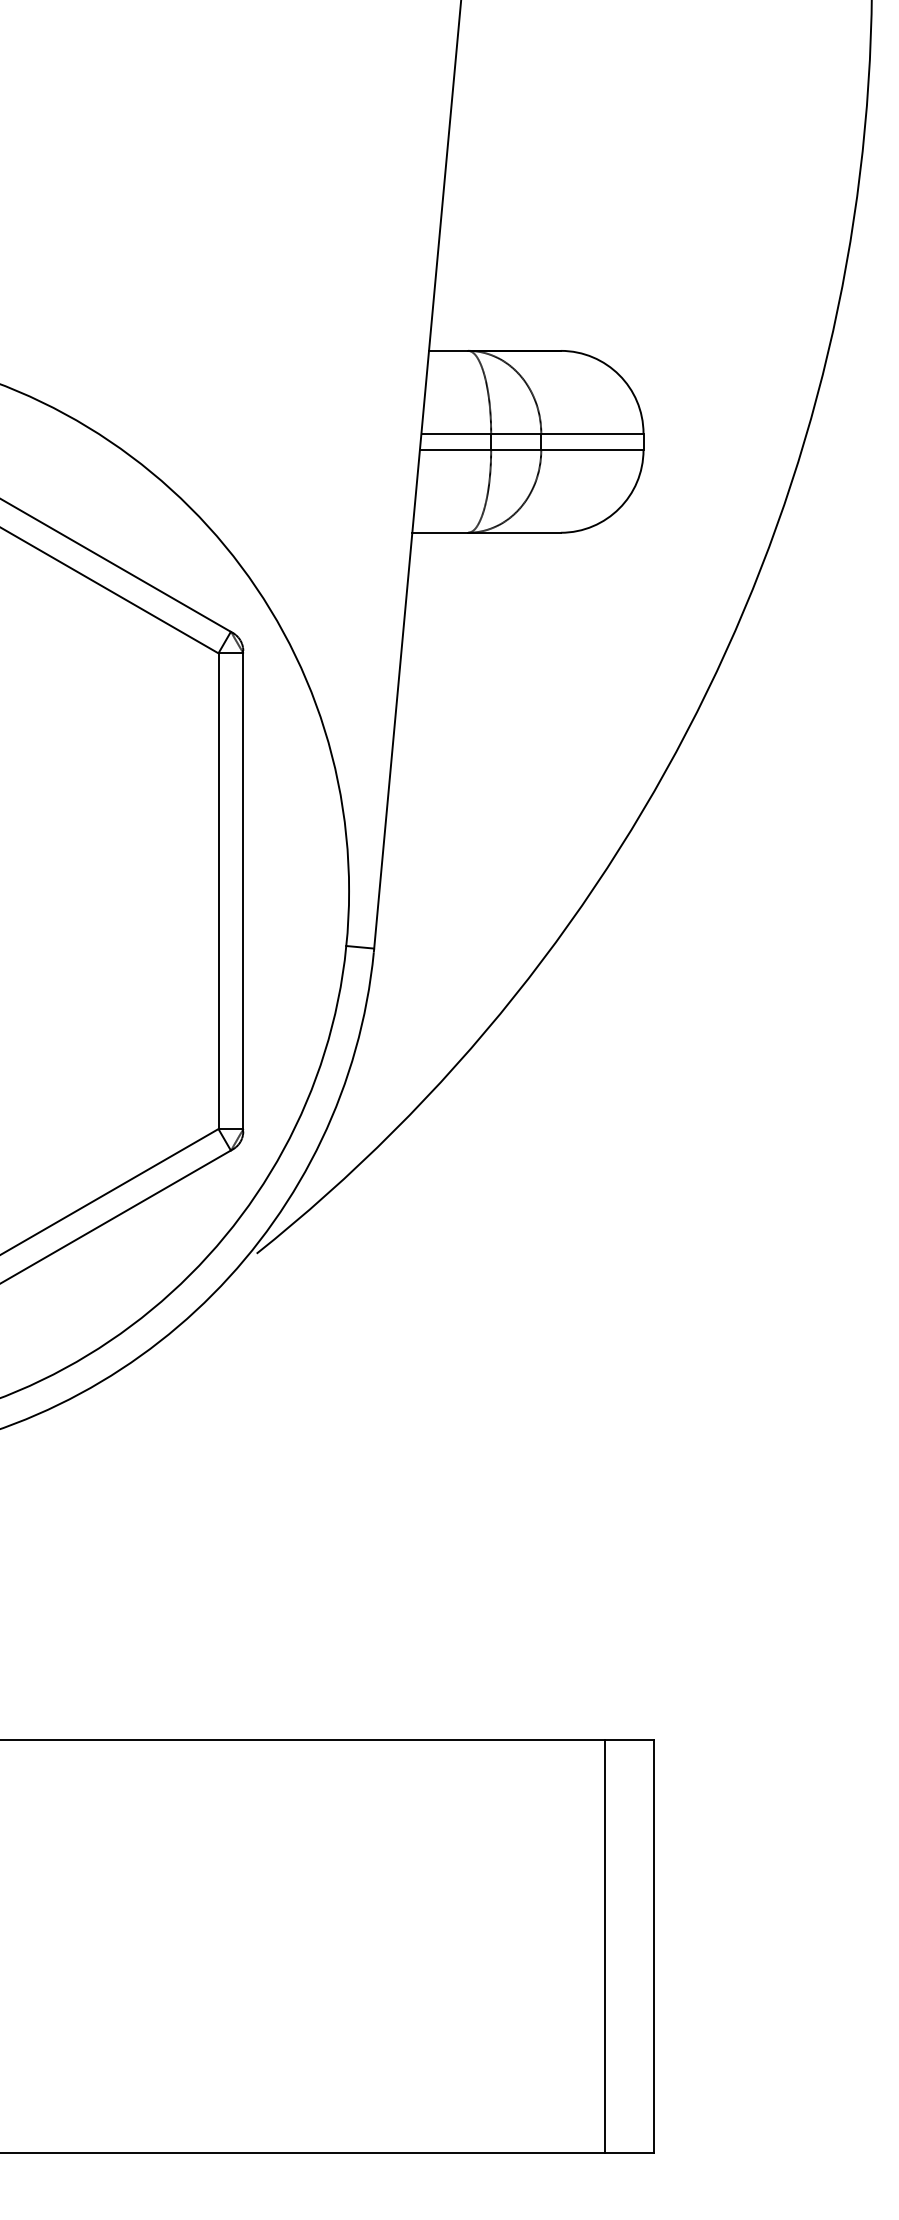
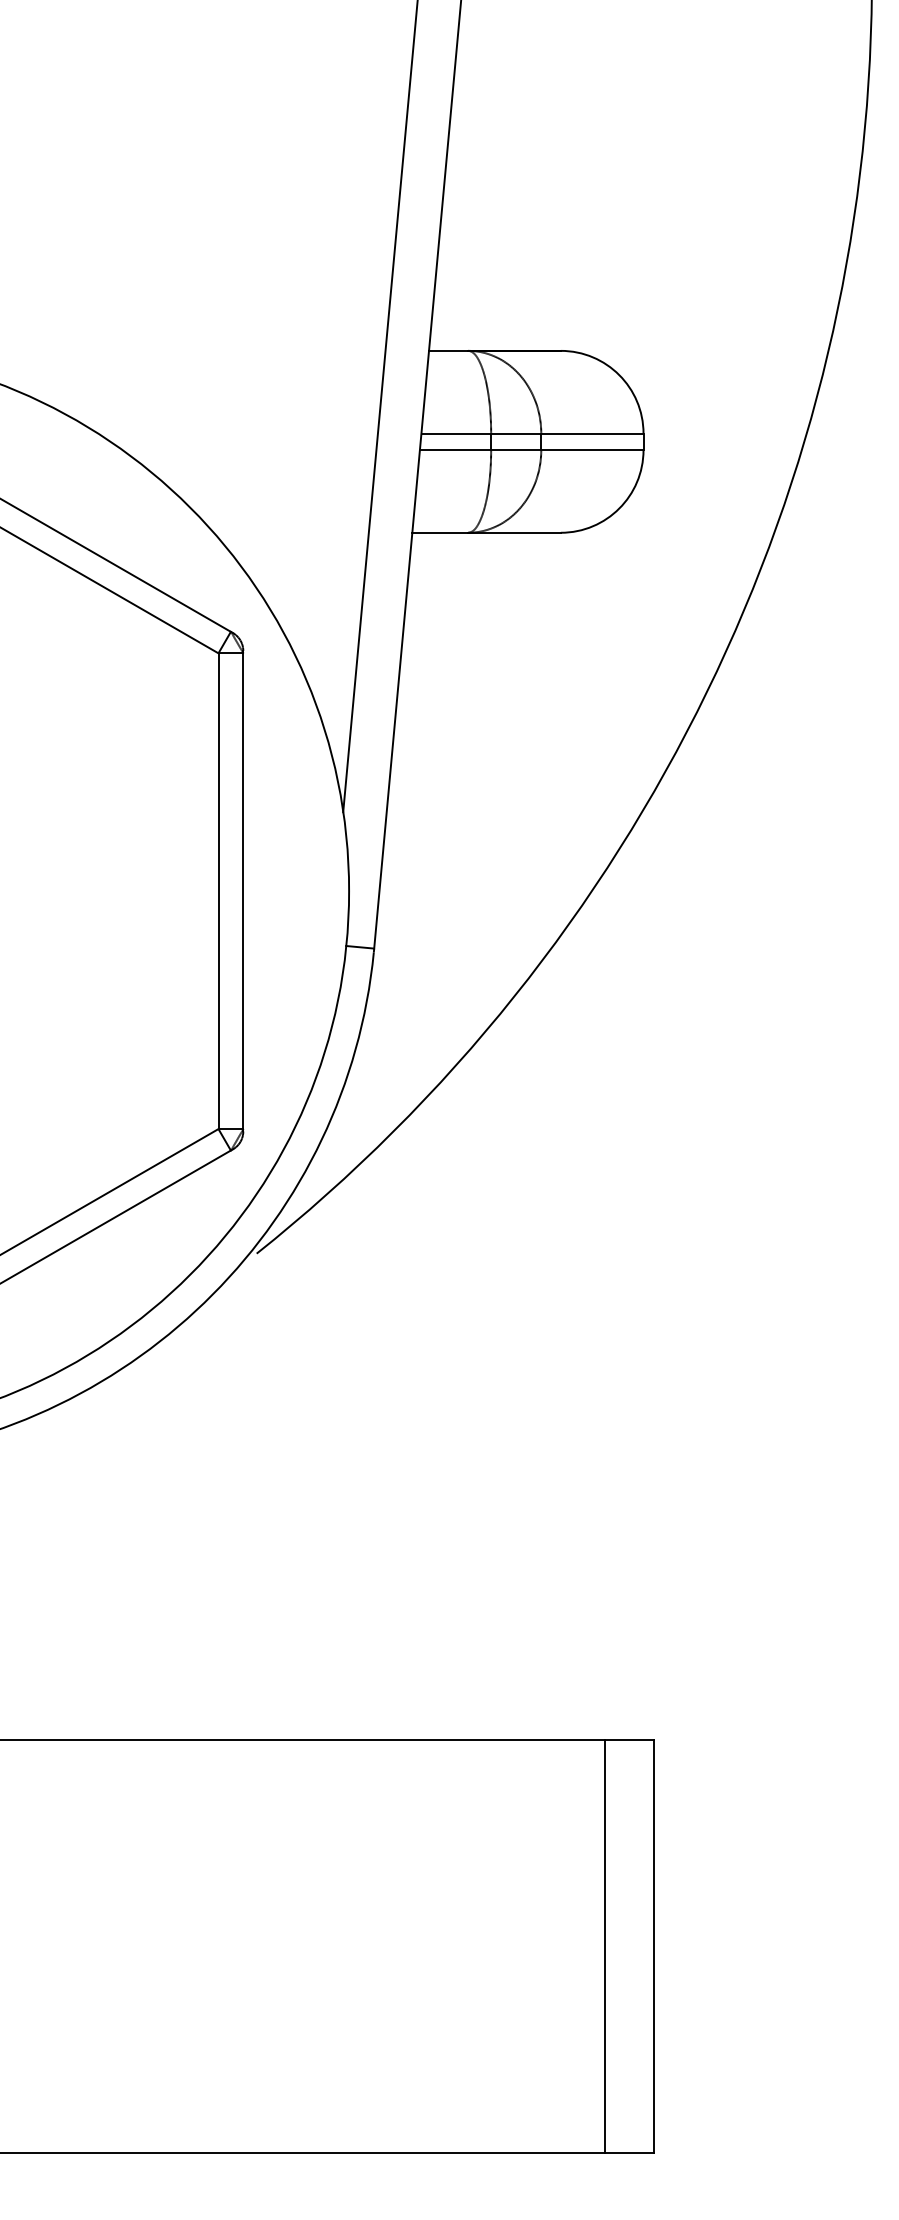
line at (380, 407): none -> present
